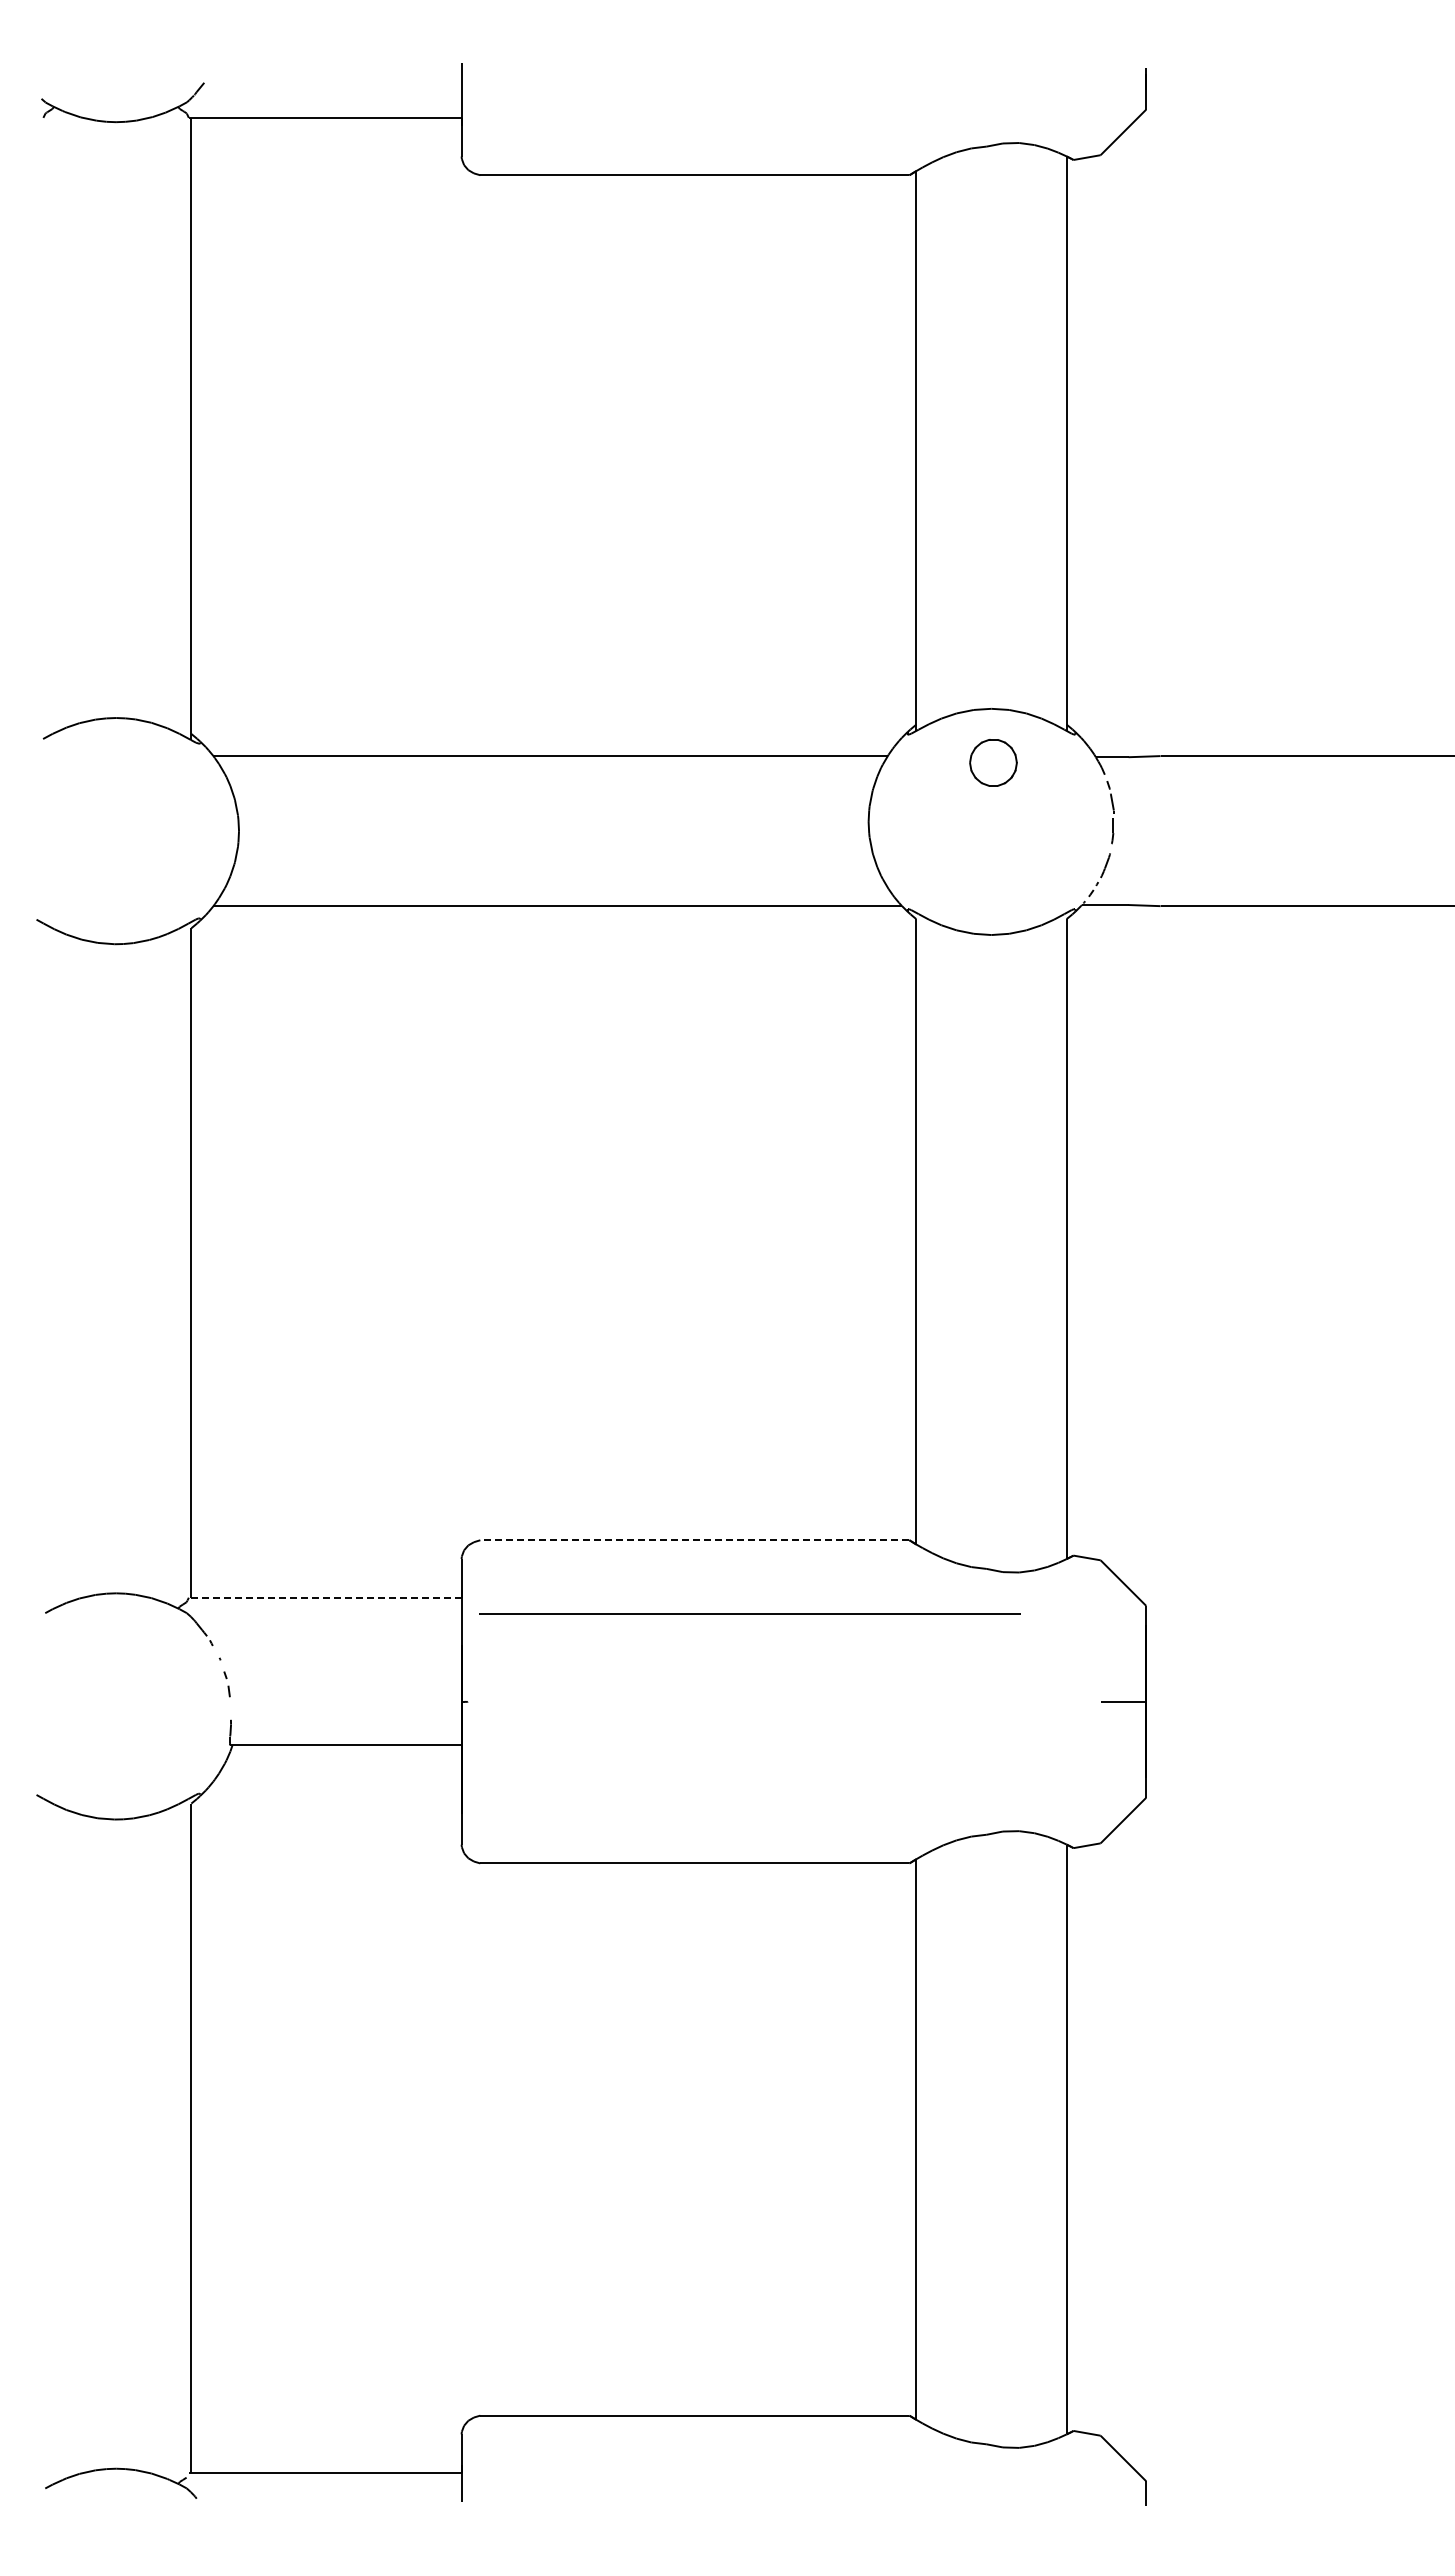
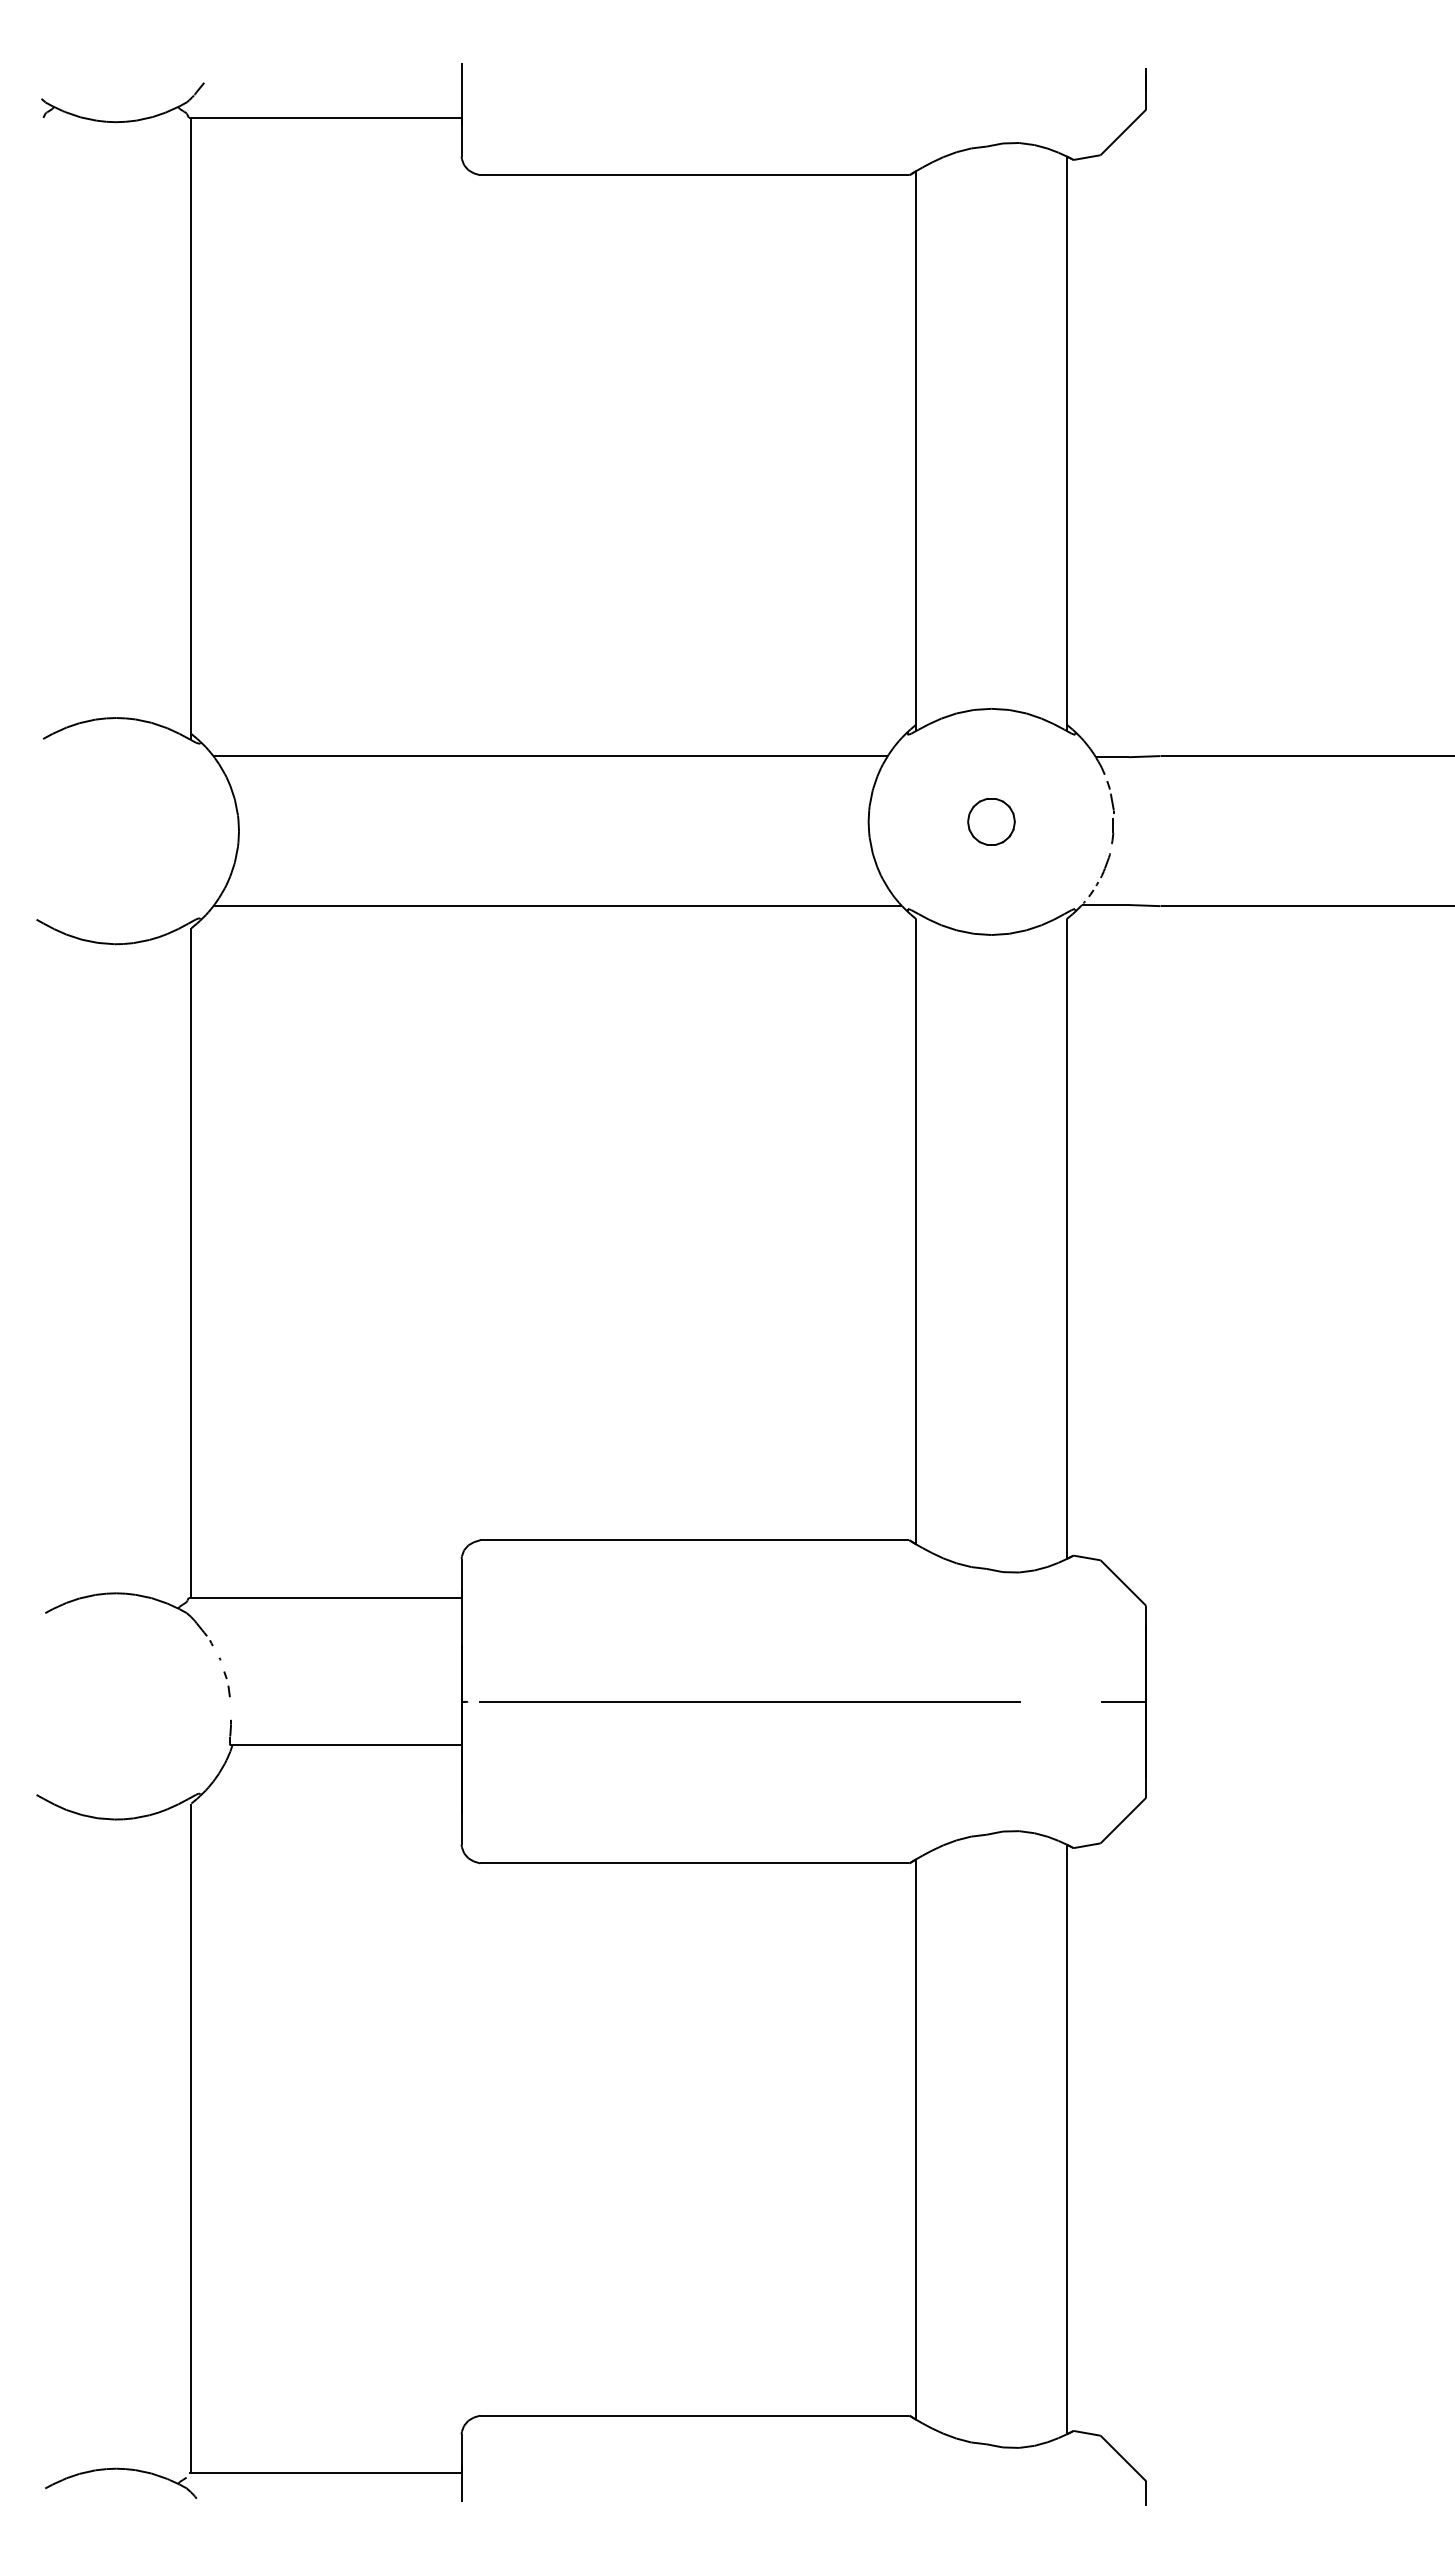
part at (993, 762) position: (993, 762) -> (991, 821)
line at (694, 1540): dashed -> solid
line at (324, 1597): dashed -> solid
line at (749, 1613) position: (749, 1613) -> (749, 1701)
